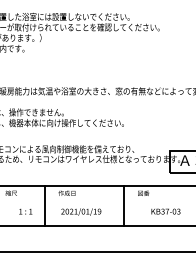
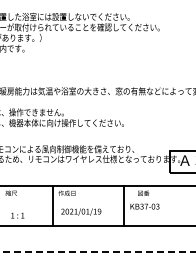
line at (44, 205) position: (44, 205) -> (52, 205)
text at (25, 211) position: (25, 211) -> (17, 215)
text at (165, 211) position: (165, 211) -> (144, 206)
line at (97, 251): solid -> dashed
